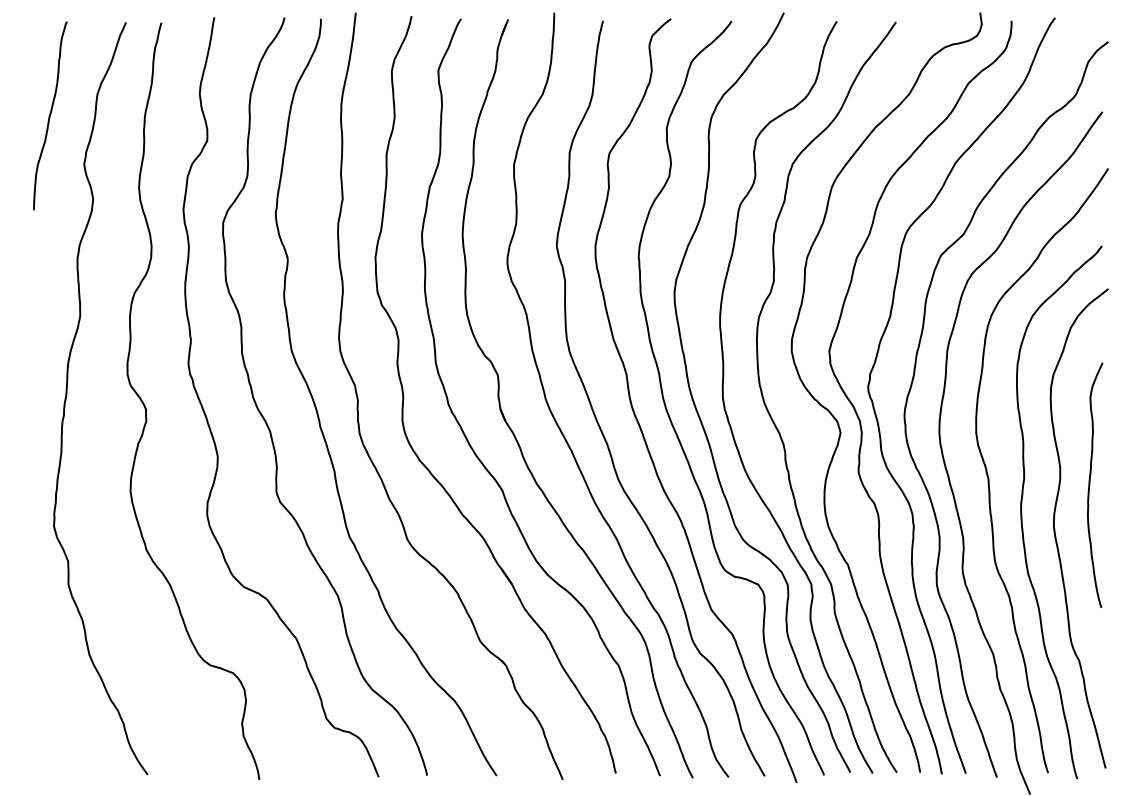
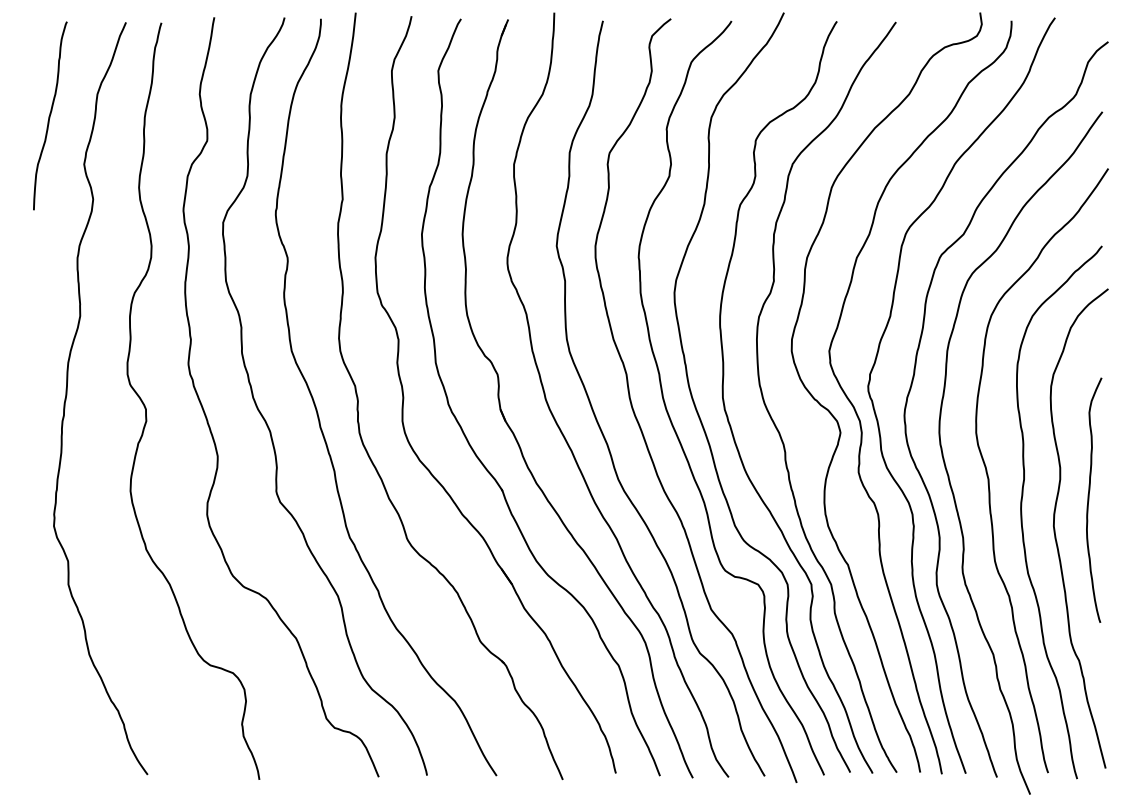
curve at (1090, 484) position: (1090, 484) -> (1089, 499)
